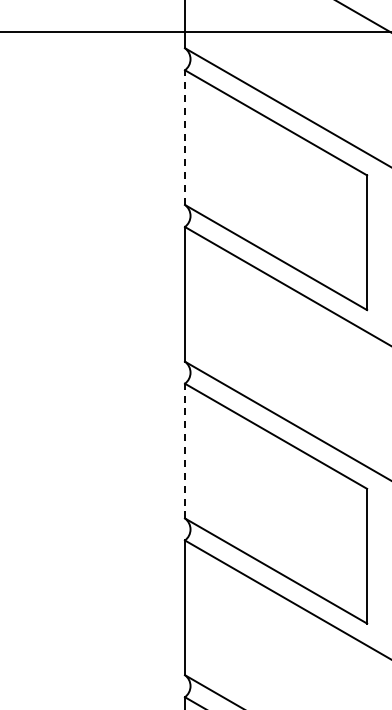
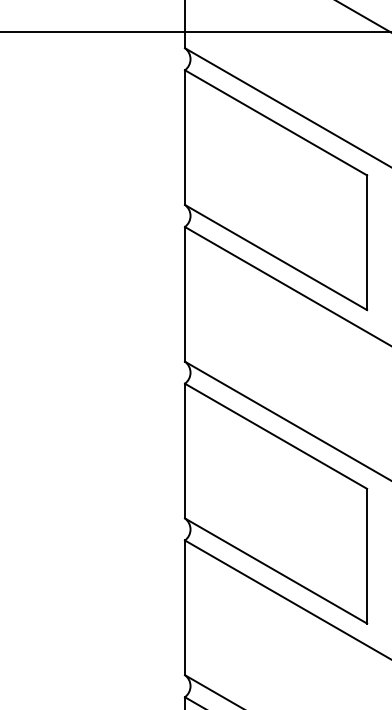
line at (184, 137): dashed -> solid
line at (184, 450): dashed -> solid
